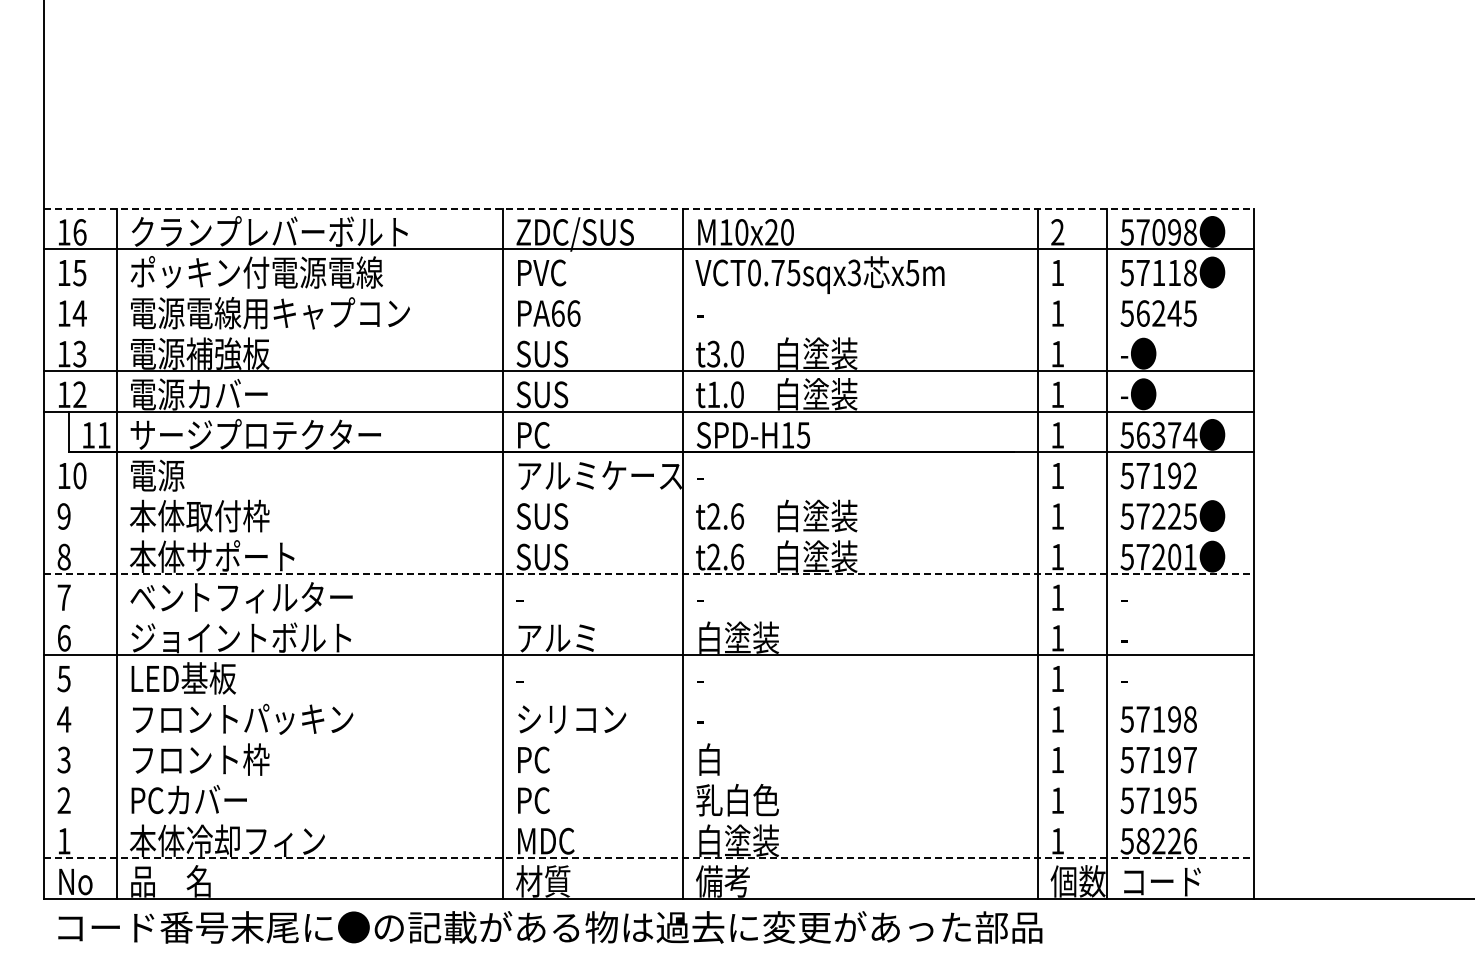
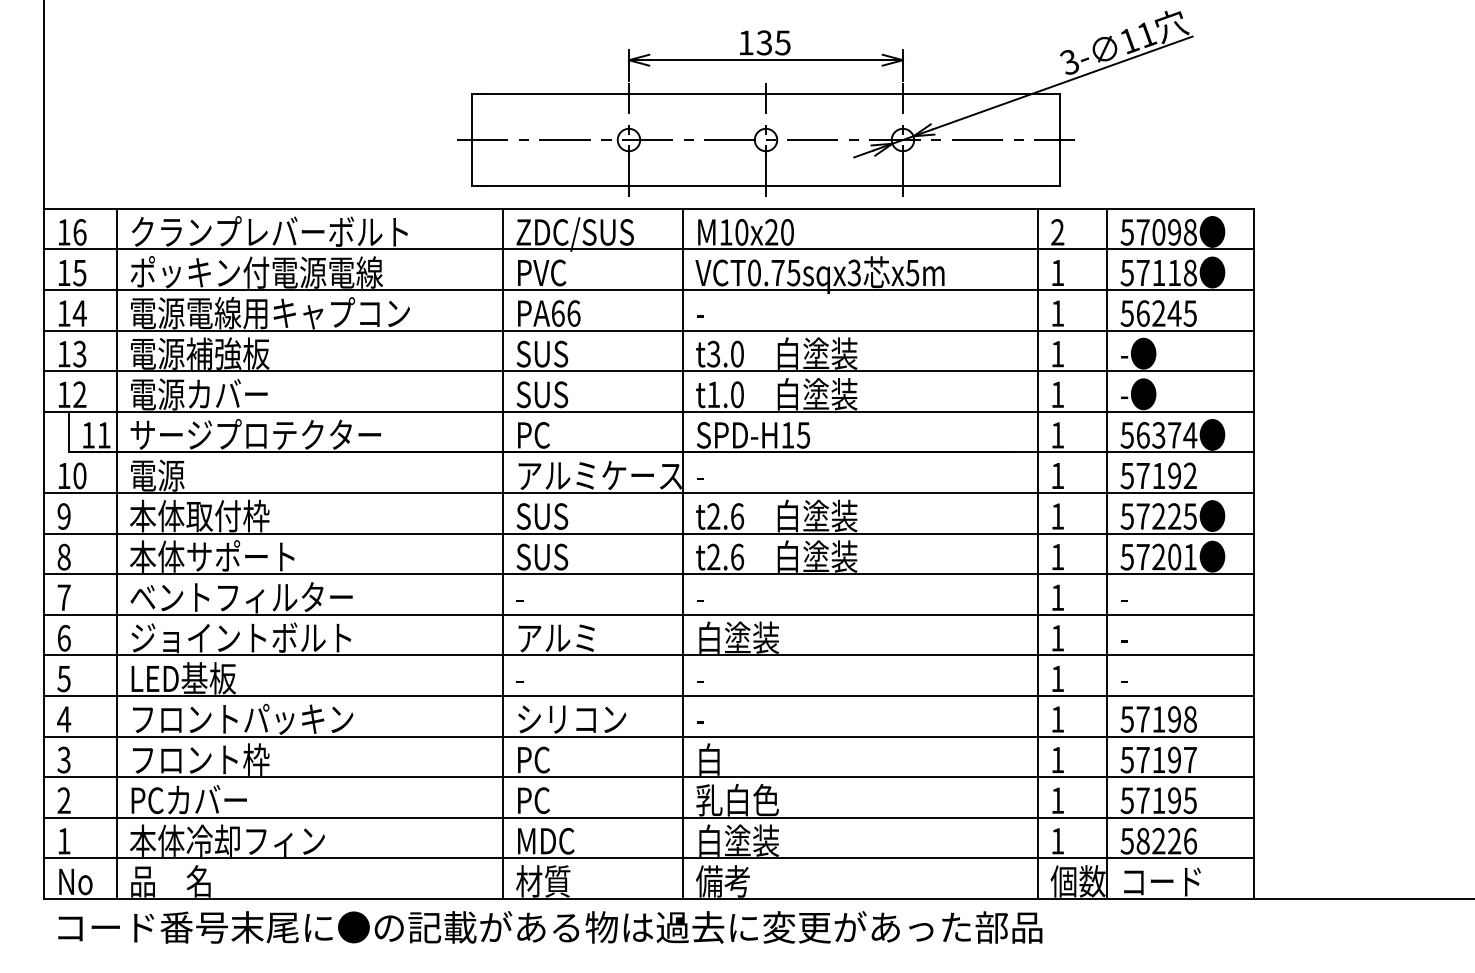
part at (825, 103): none -> present
line at (648, 208): dashed -> solid
line at (648, 290): none -> present
line at (648, 330): none -> present
line at (648, 493): none -> present
line at (648, 533): none -> present
line at (648, 574): dashed -> solid
line at (648, 614): none -> present
line at (648, 695): none -> present
line at (648, 736): none -> present
line at (648, 777): none -> present
line at (648, 817): none -> present
line at (648, 858): dashed -> solid
